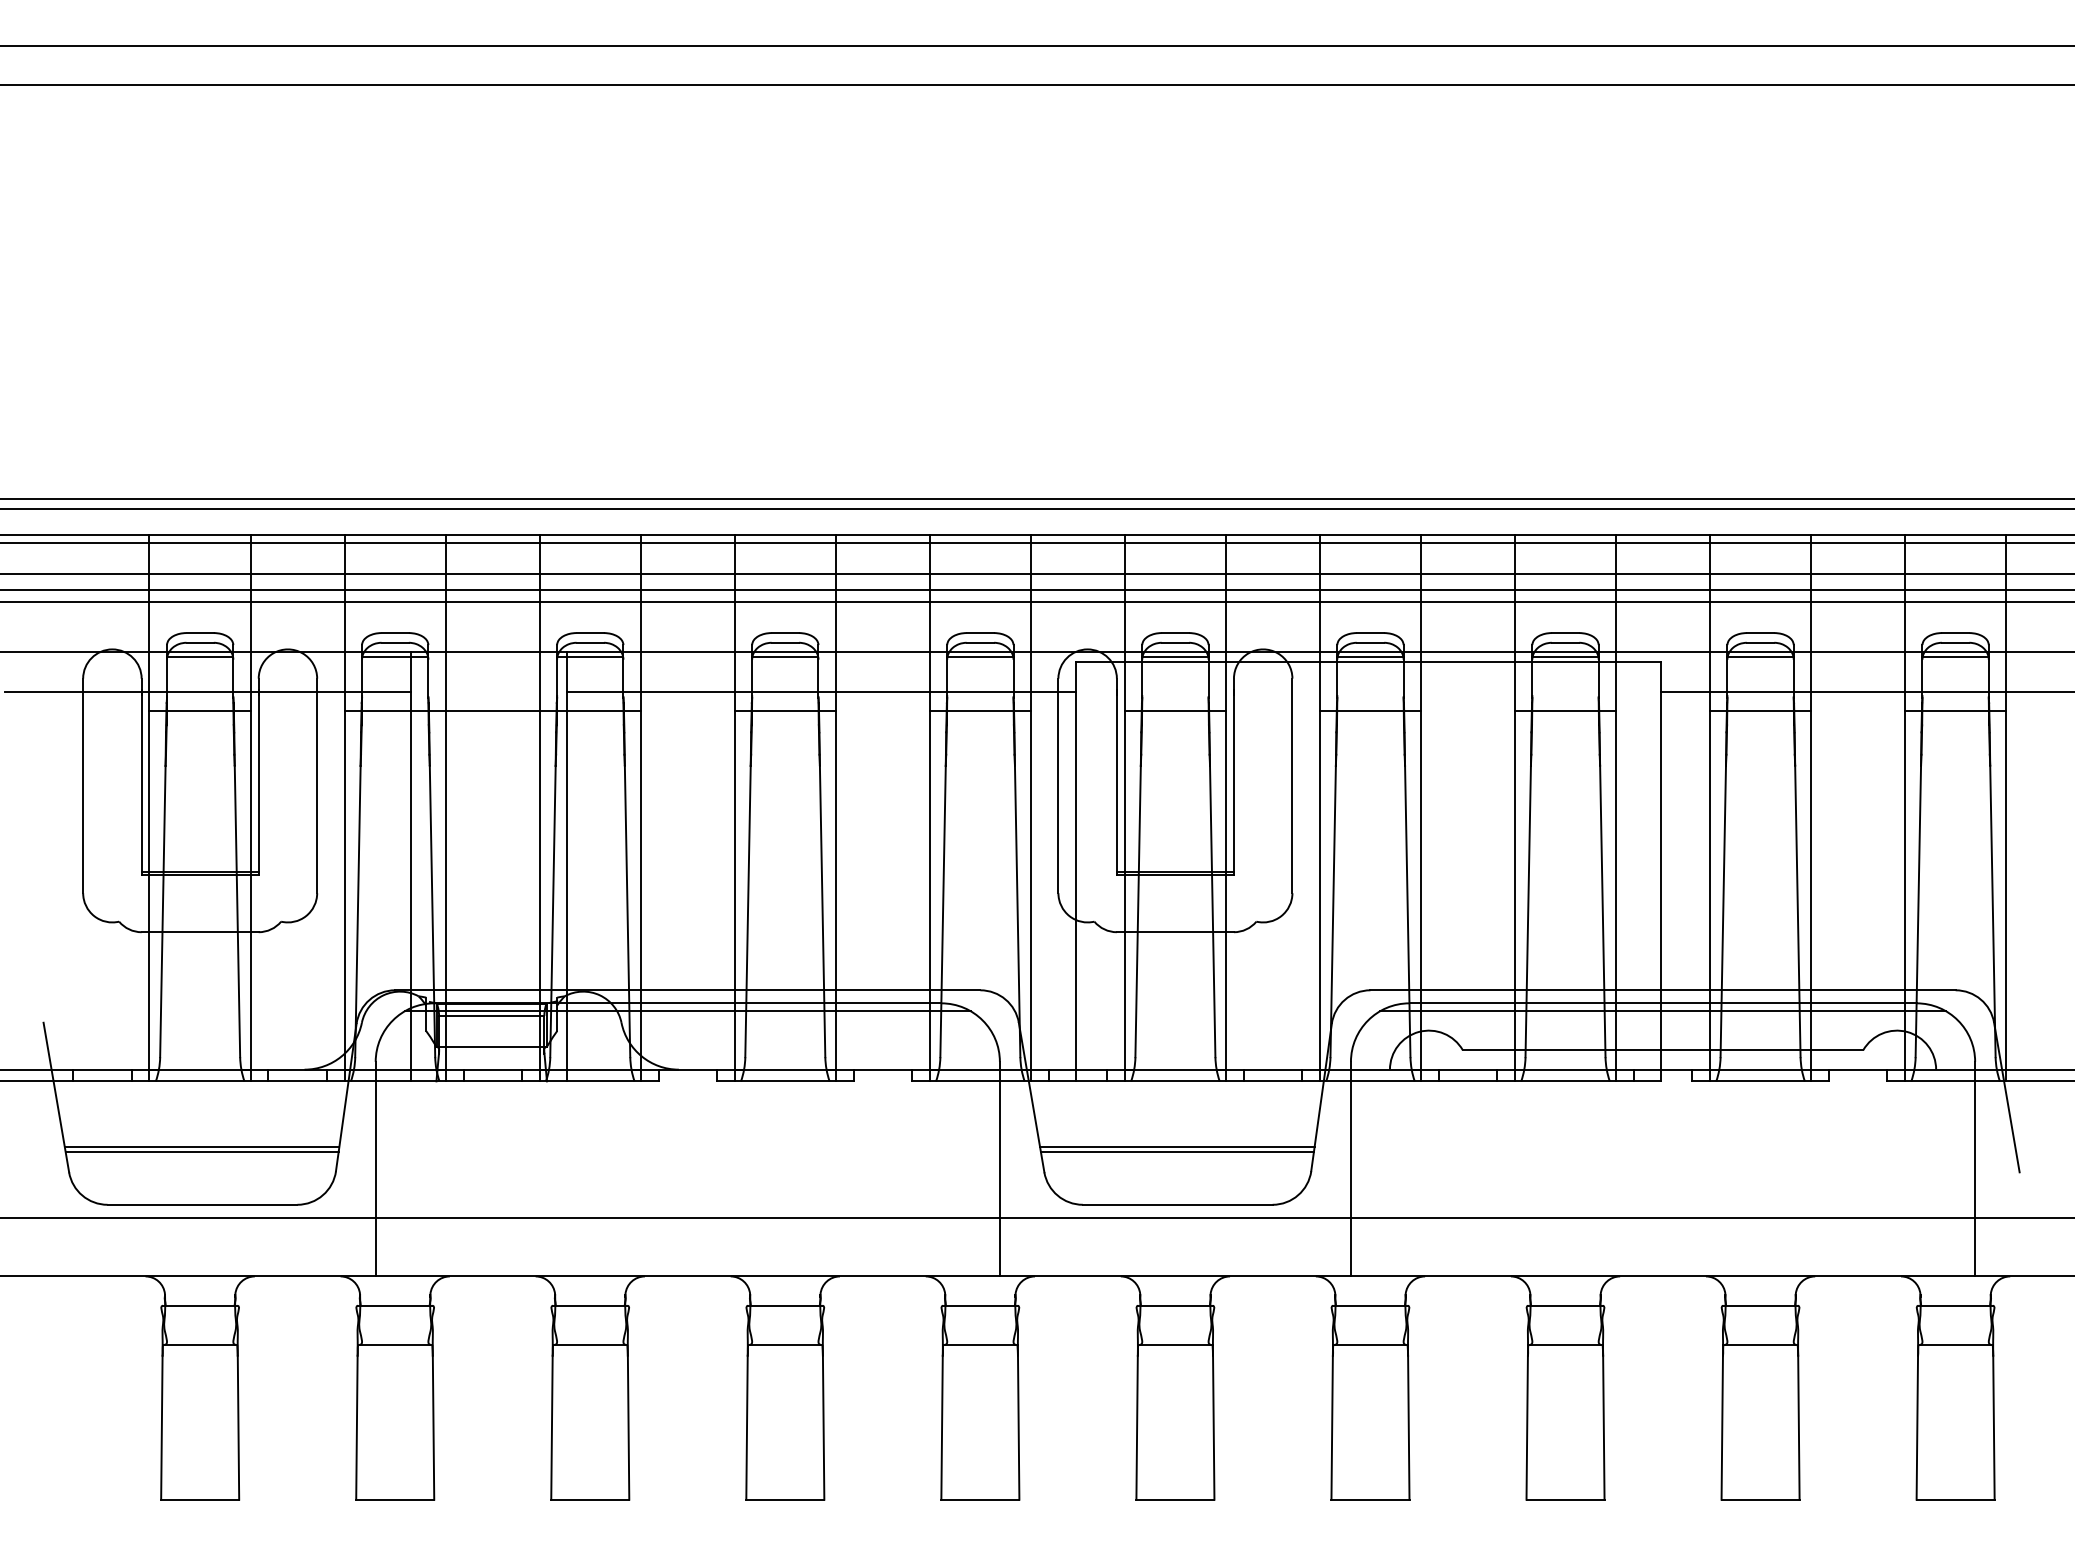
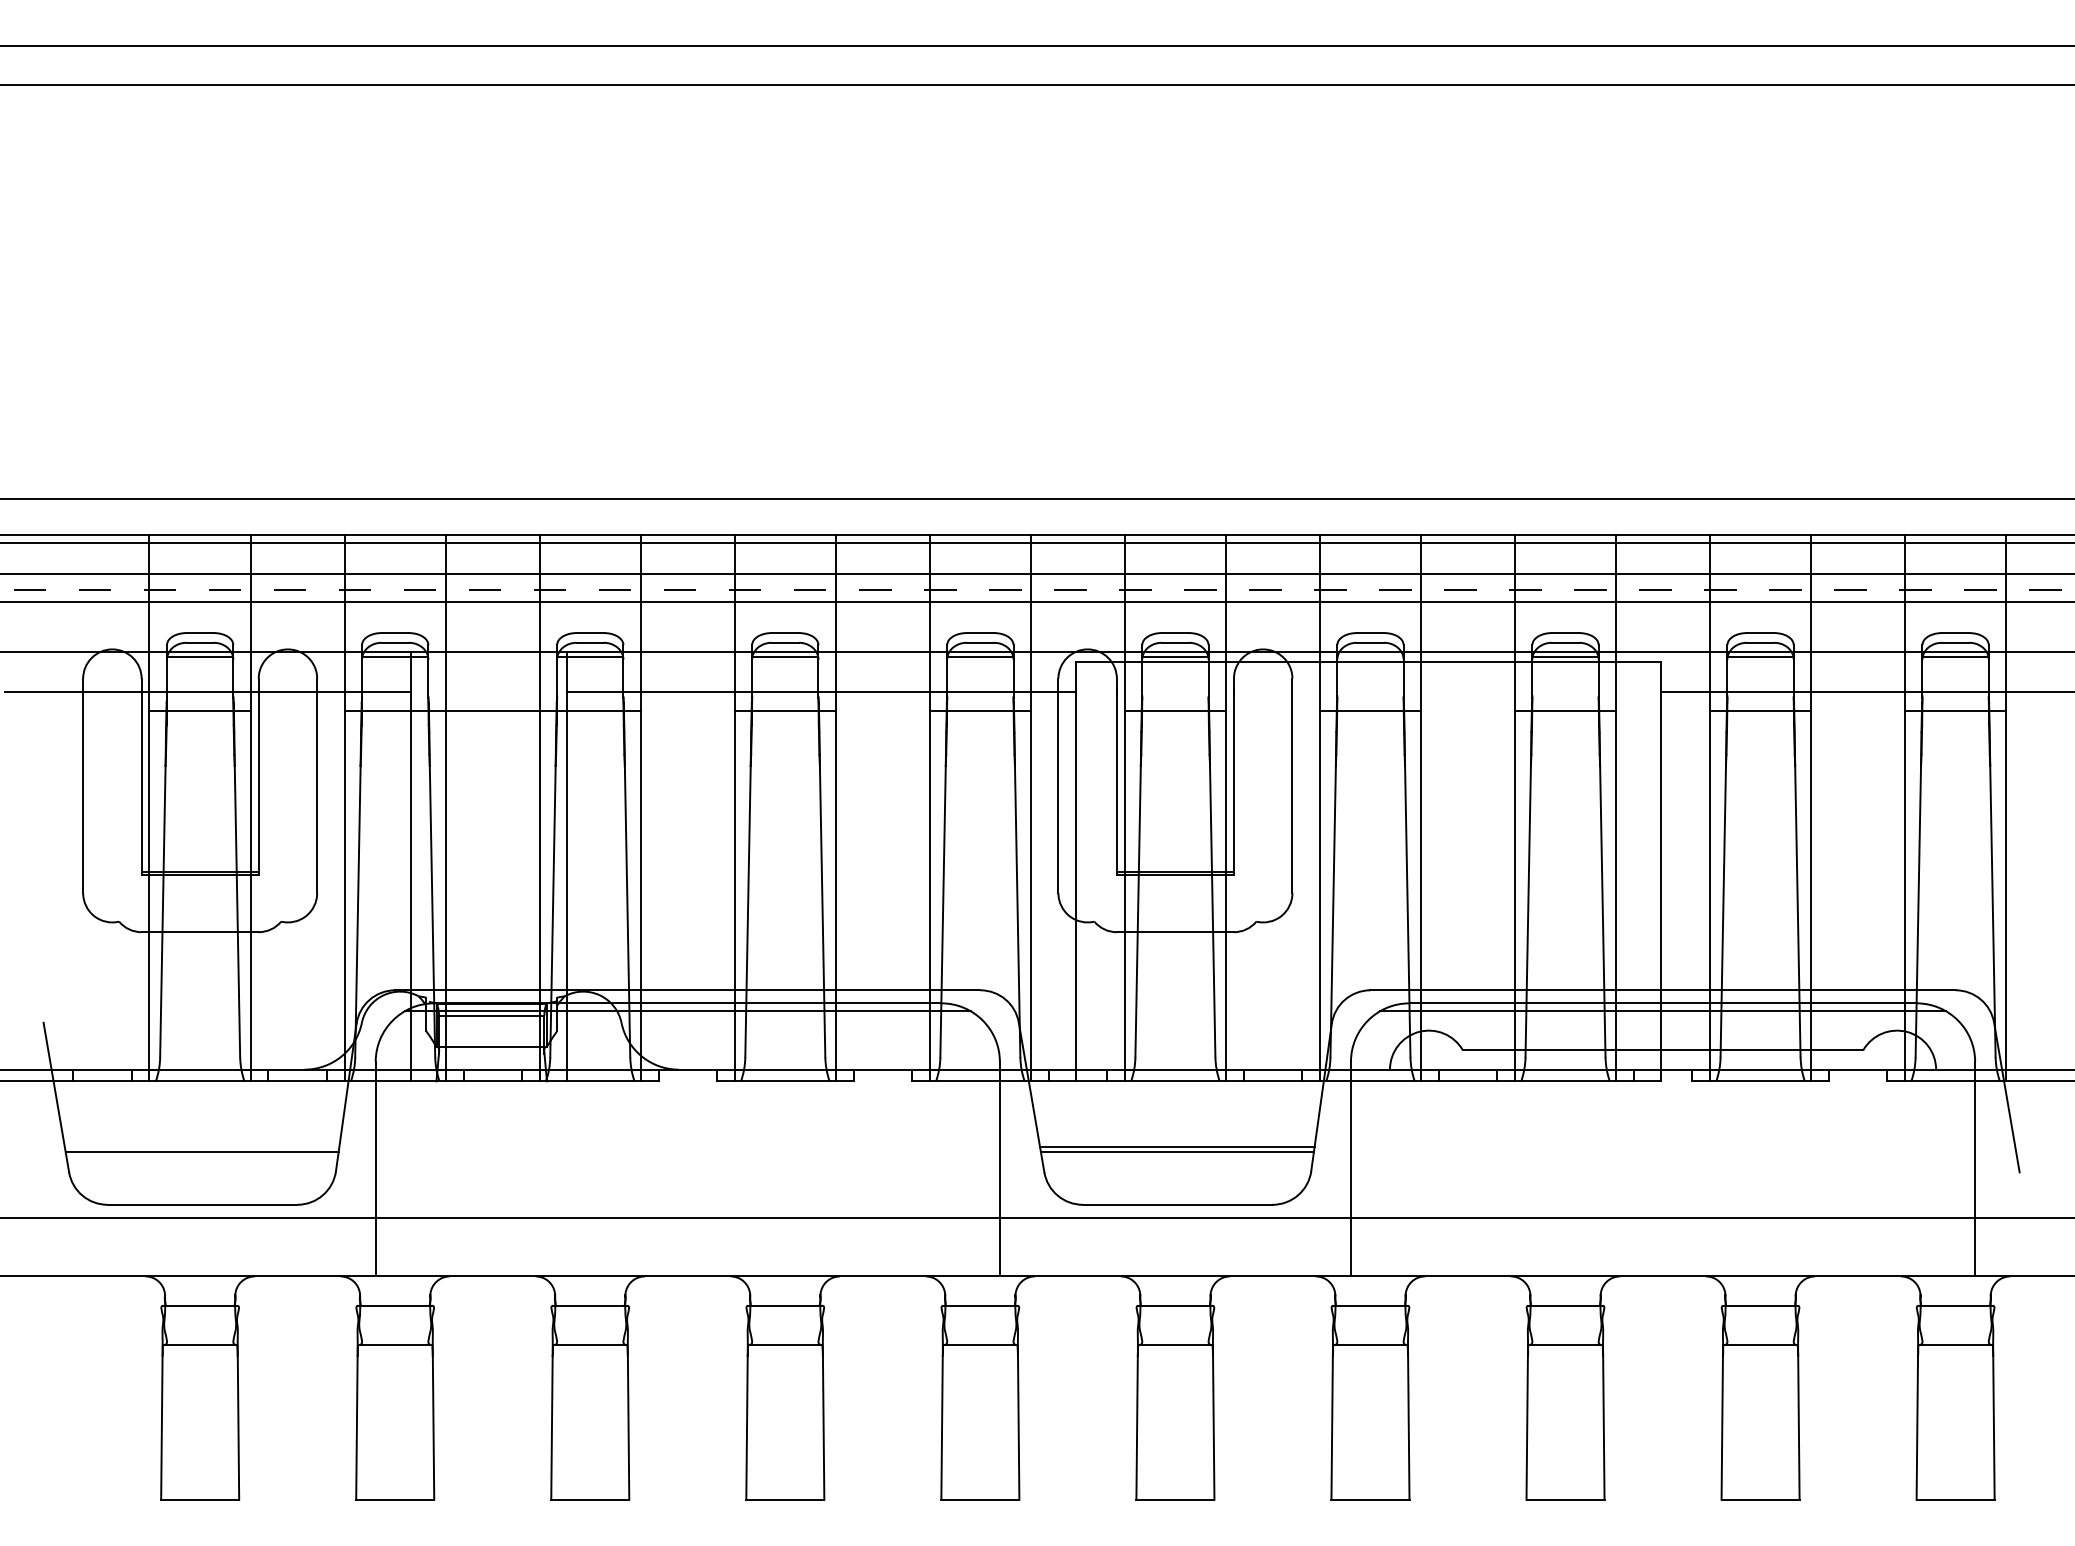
line at (1036, 509): present -> none
line at (1037, 589): solid -> dashed
line at (1370, 657): present -> none
line at (201, 1146): present -> none
